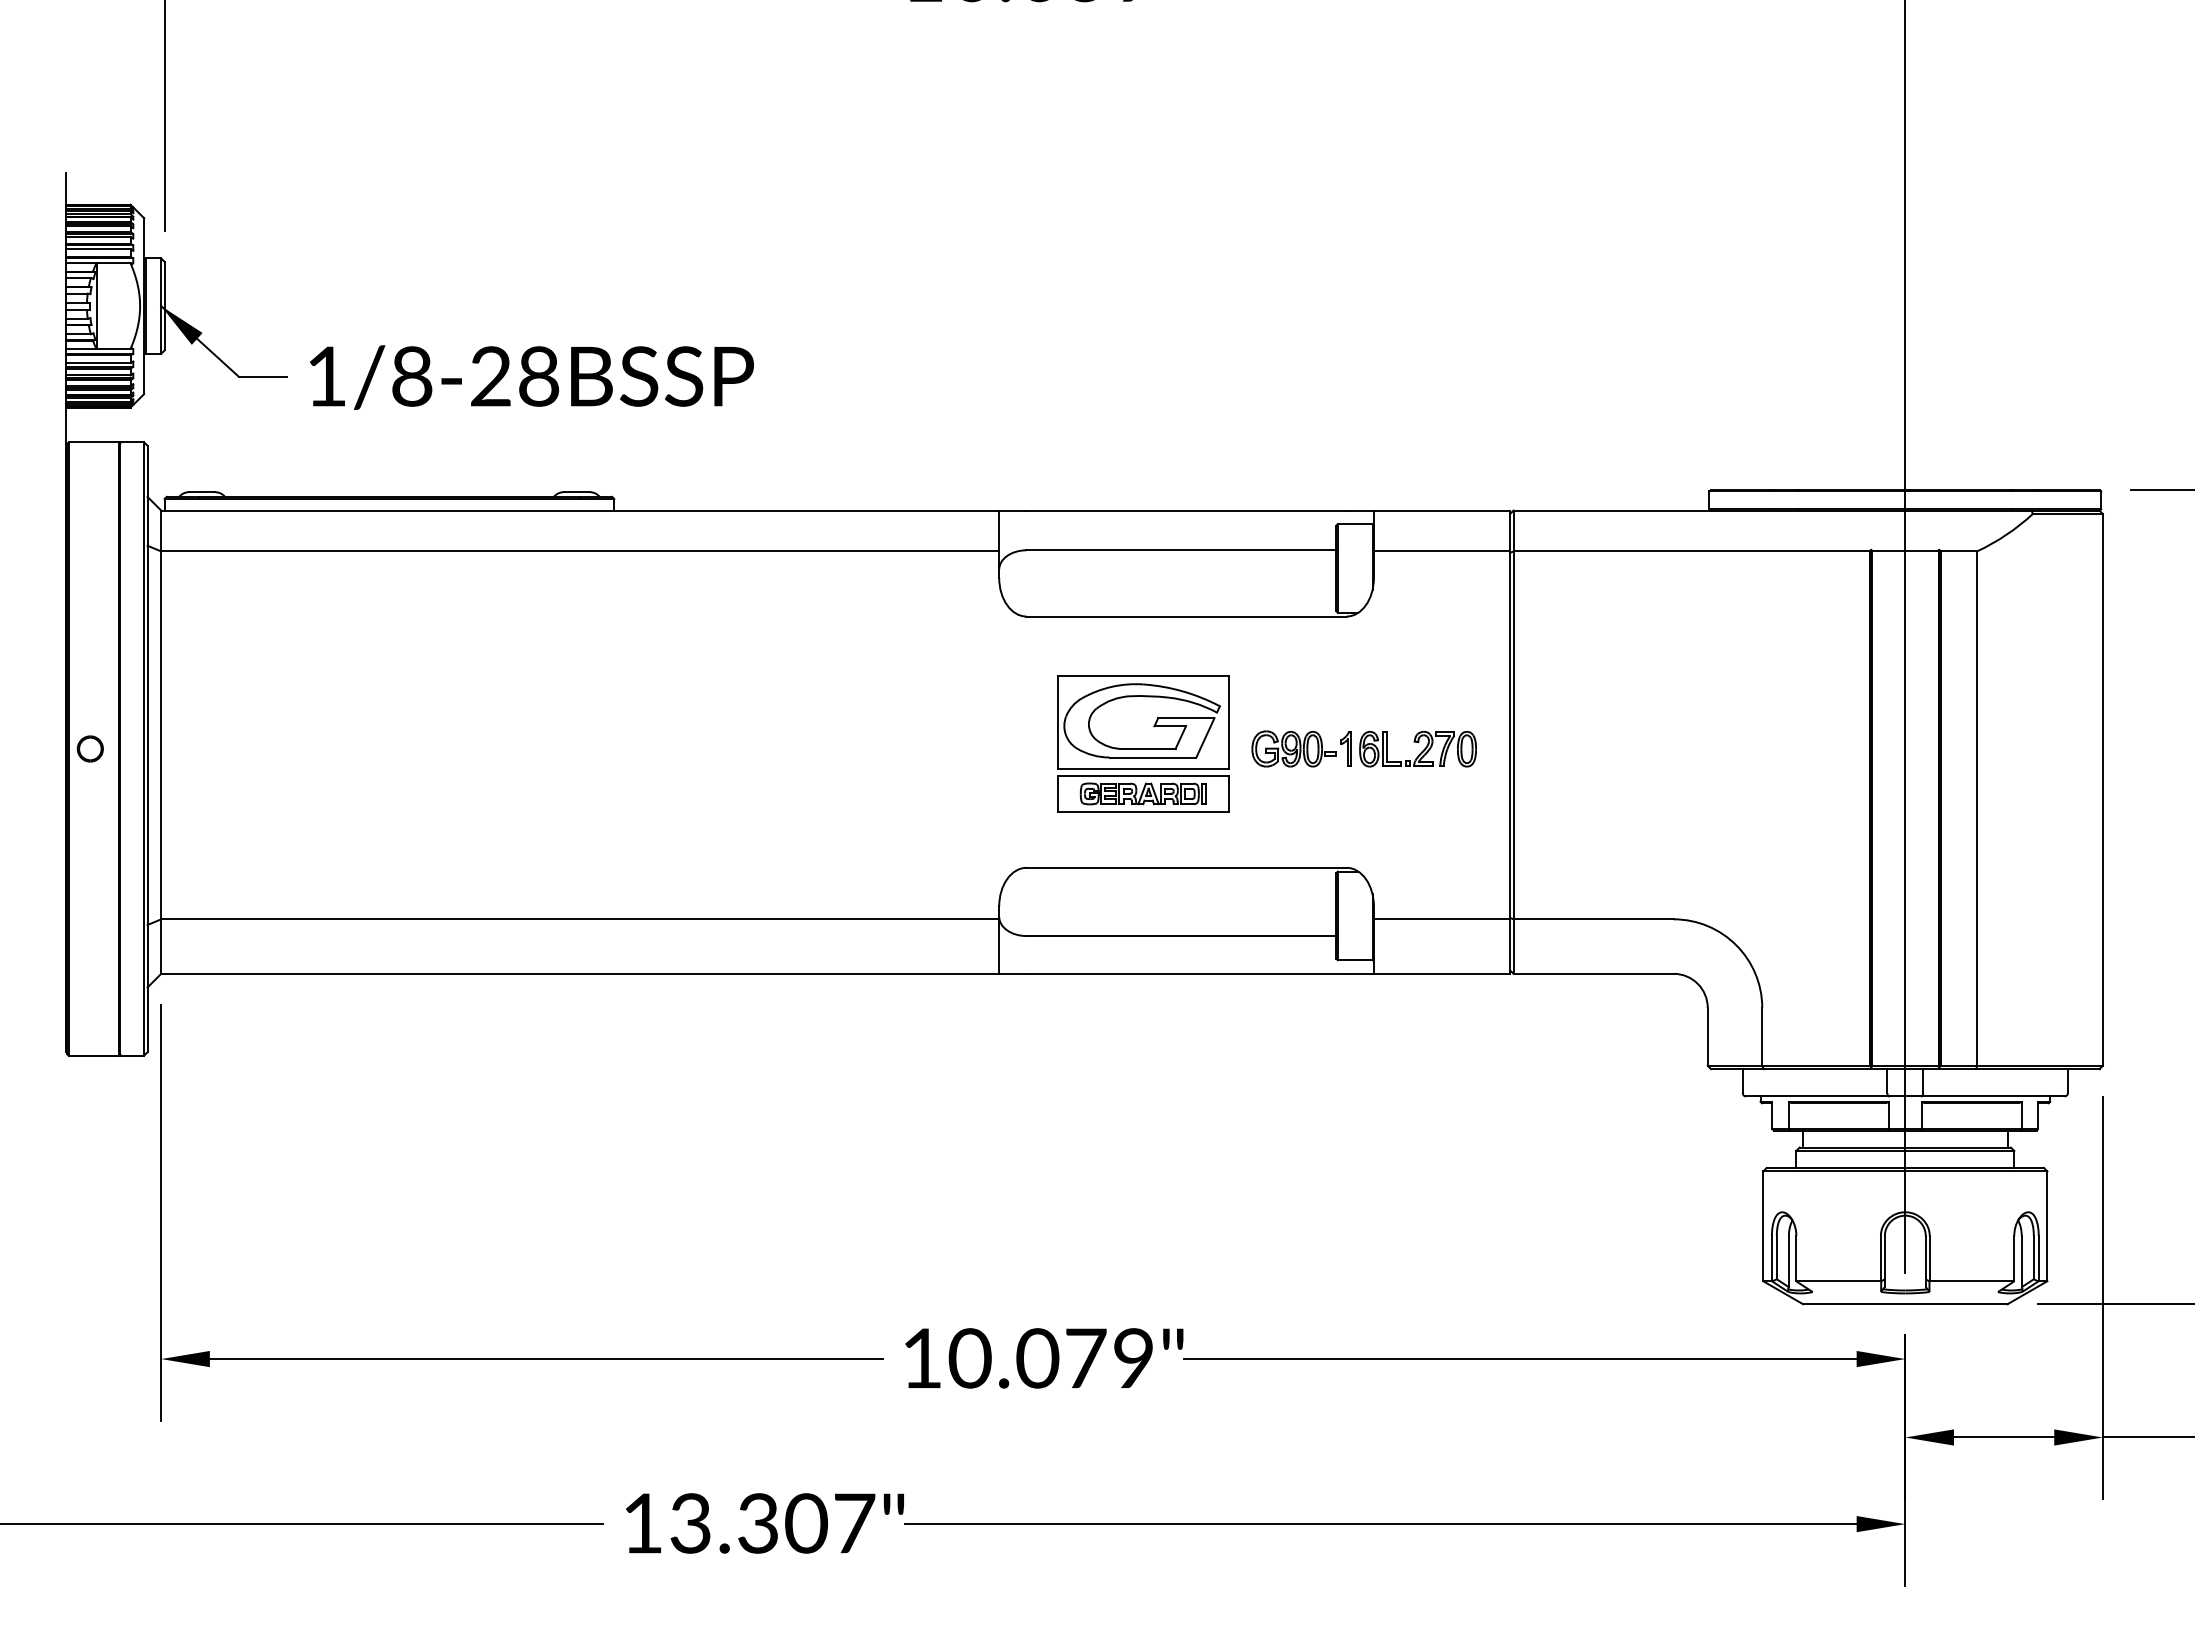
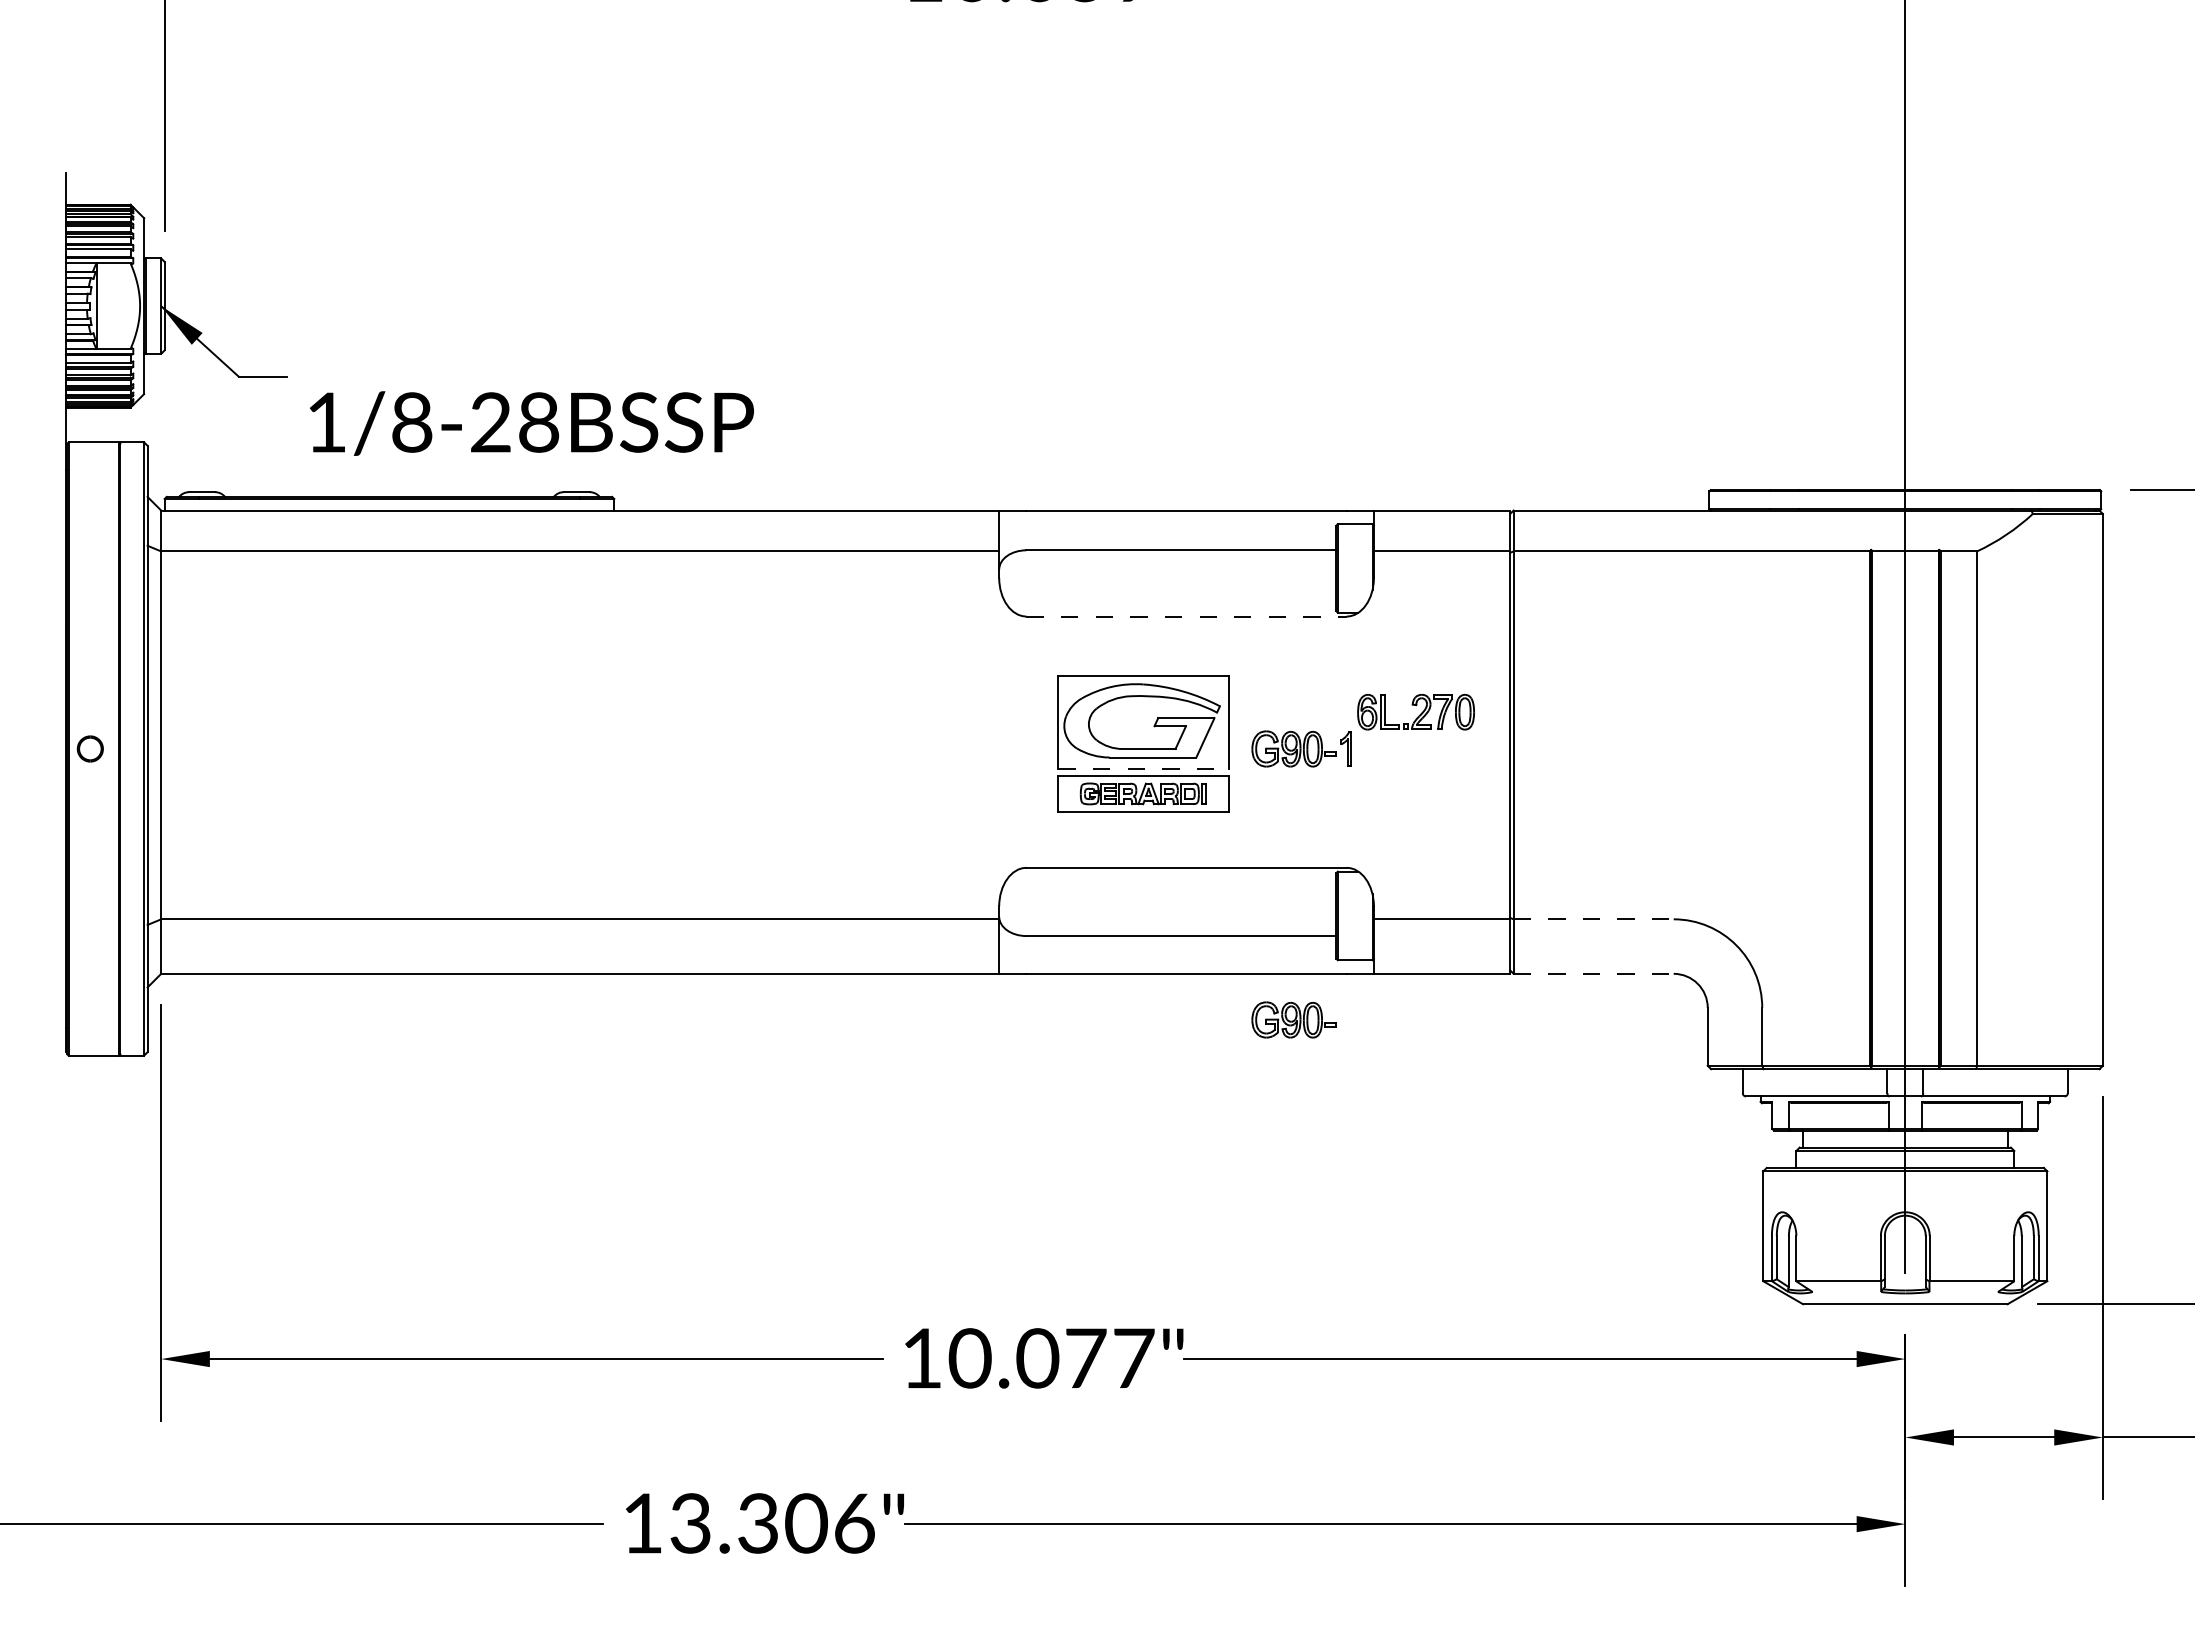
text at (531, 377) position: (531, 377) -> (531, 423)
line at (1187, 616): solid -> dashed
part at (1417, 749) position: (1417, 749) -> (1415, 712)
line at (1144, 769): solid -> dashed
line at (1594, 919): solid -> dashed
line at (1594, 973): solid -> dashed
part at (1293, 1019): none -> present
text at (1134, 1358): 10.079" -> 10.077"
text at (855, 1523): 13.307" -> 13.306"
